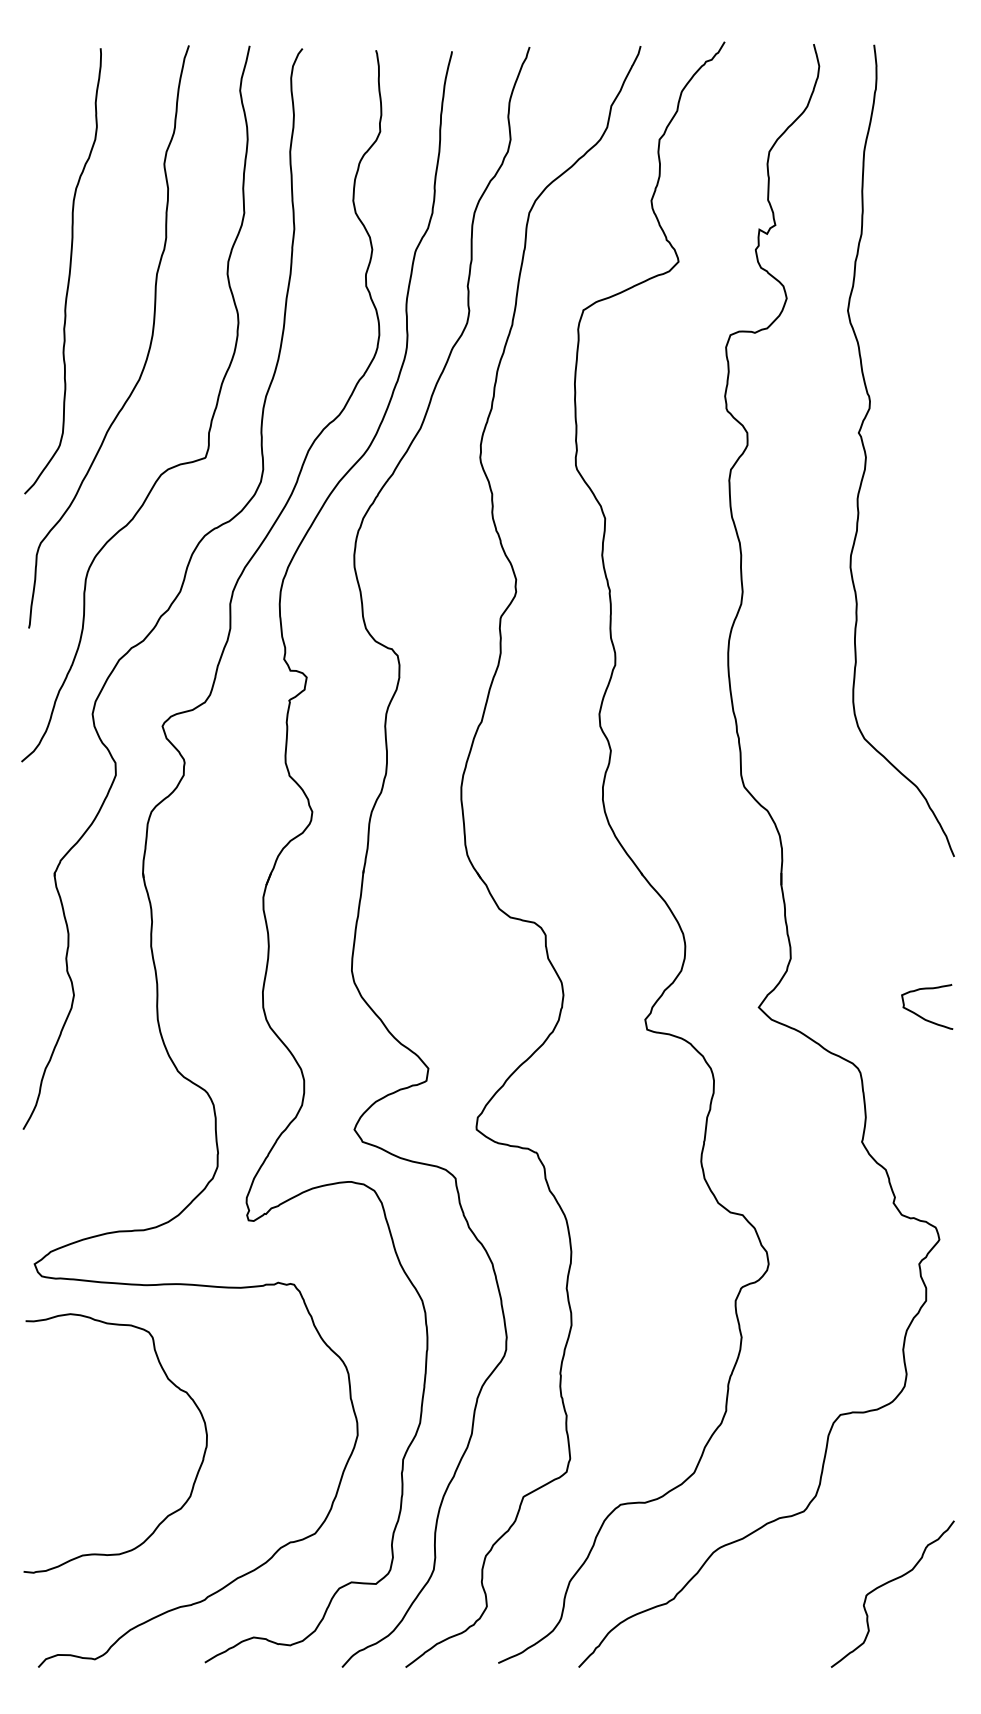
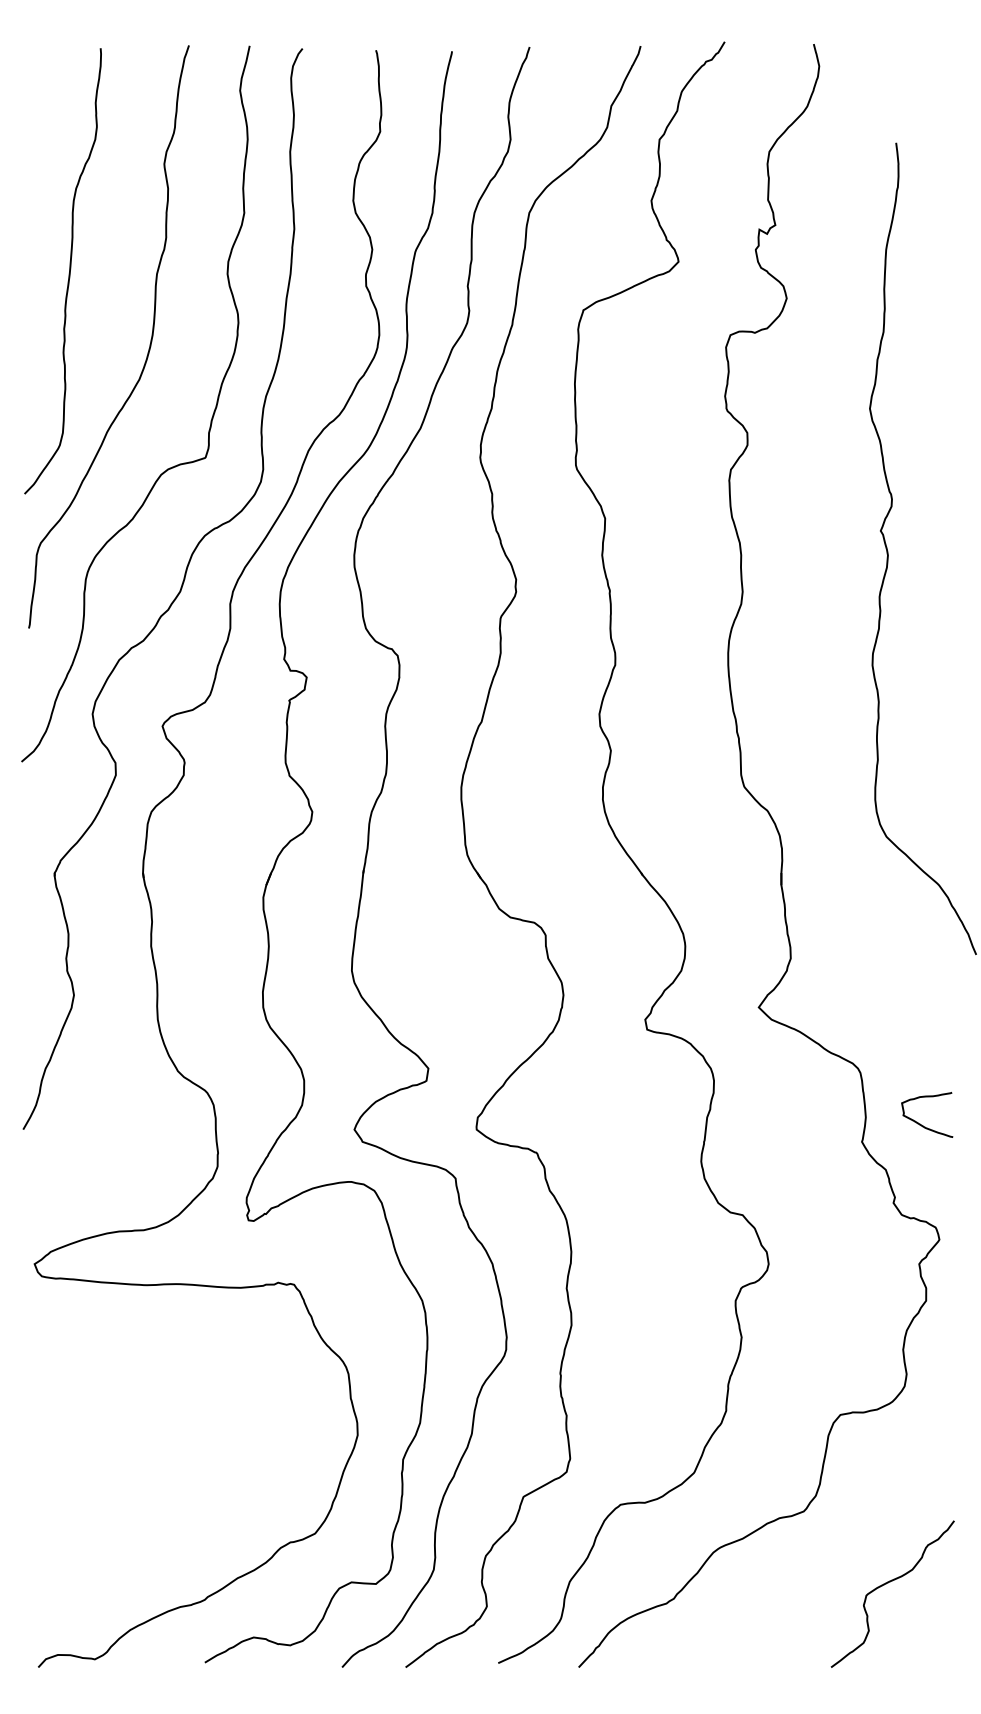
curve at (866, 453) position: (866, 453) -> (888, 551)
curve at (920, 1015) position: (920, 1015) -> (920, 1123)
curve at (173, 1385): present -> none
